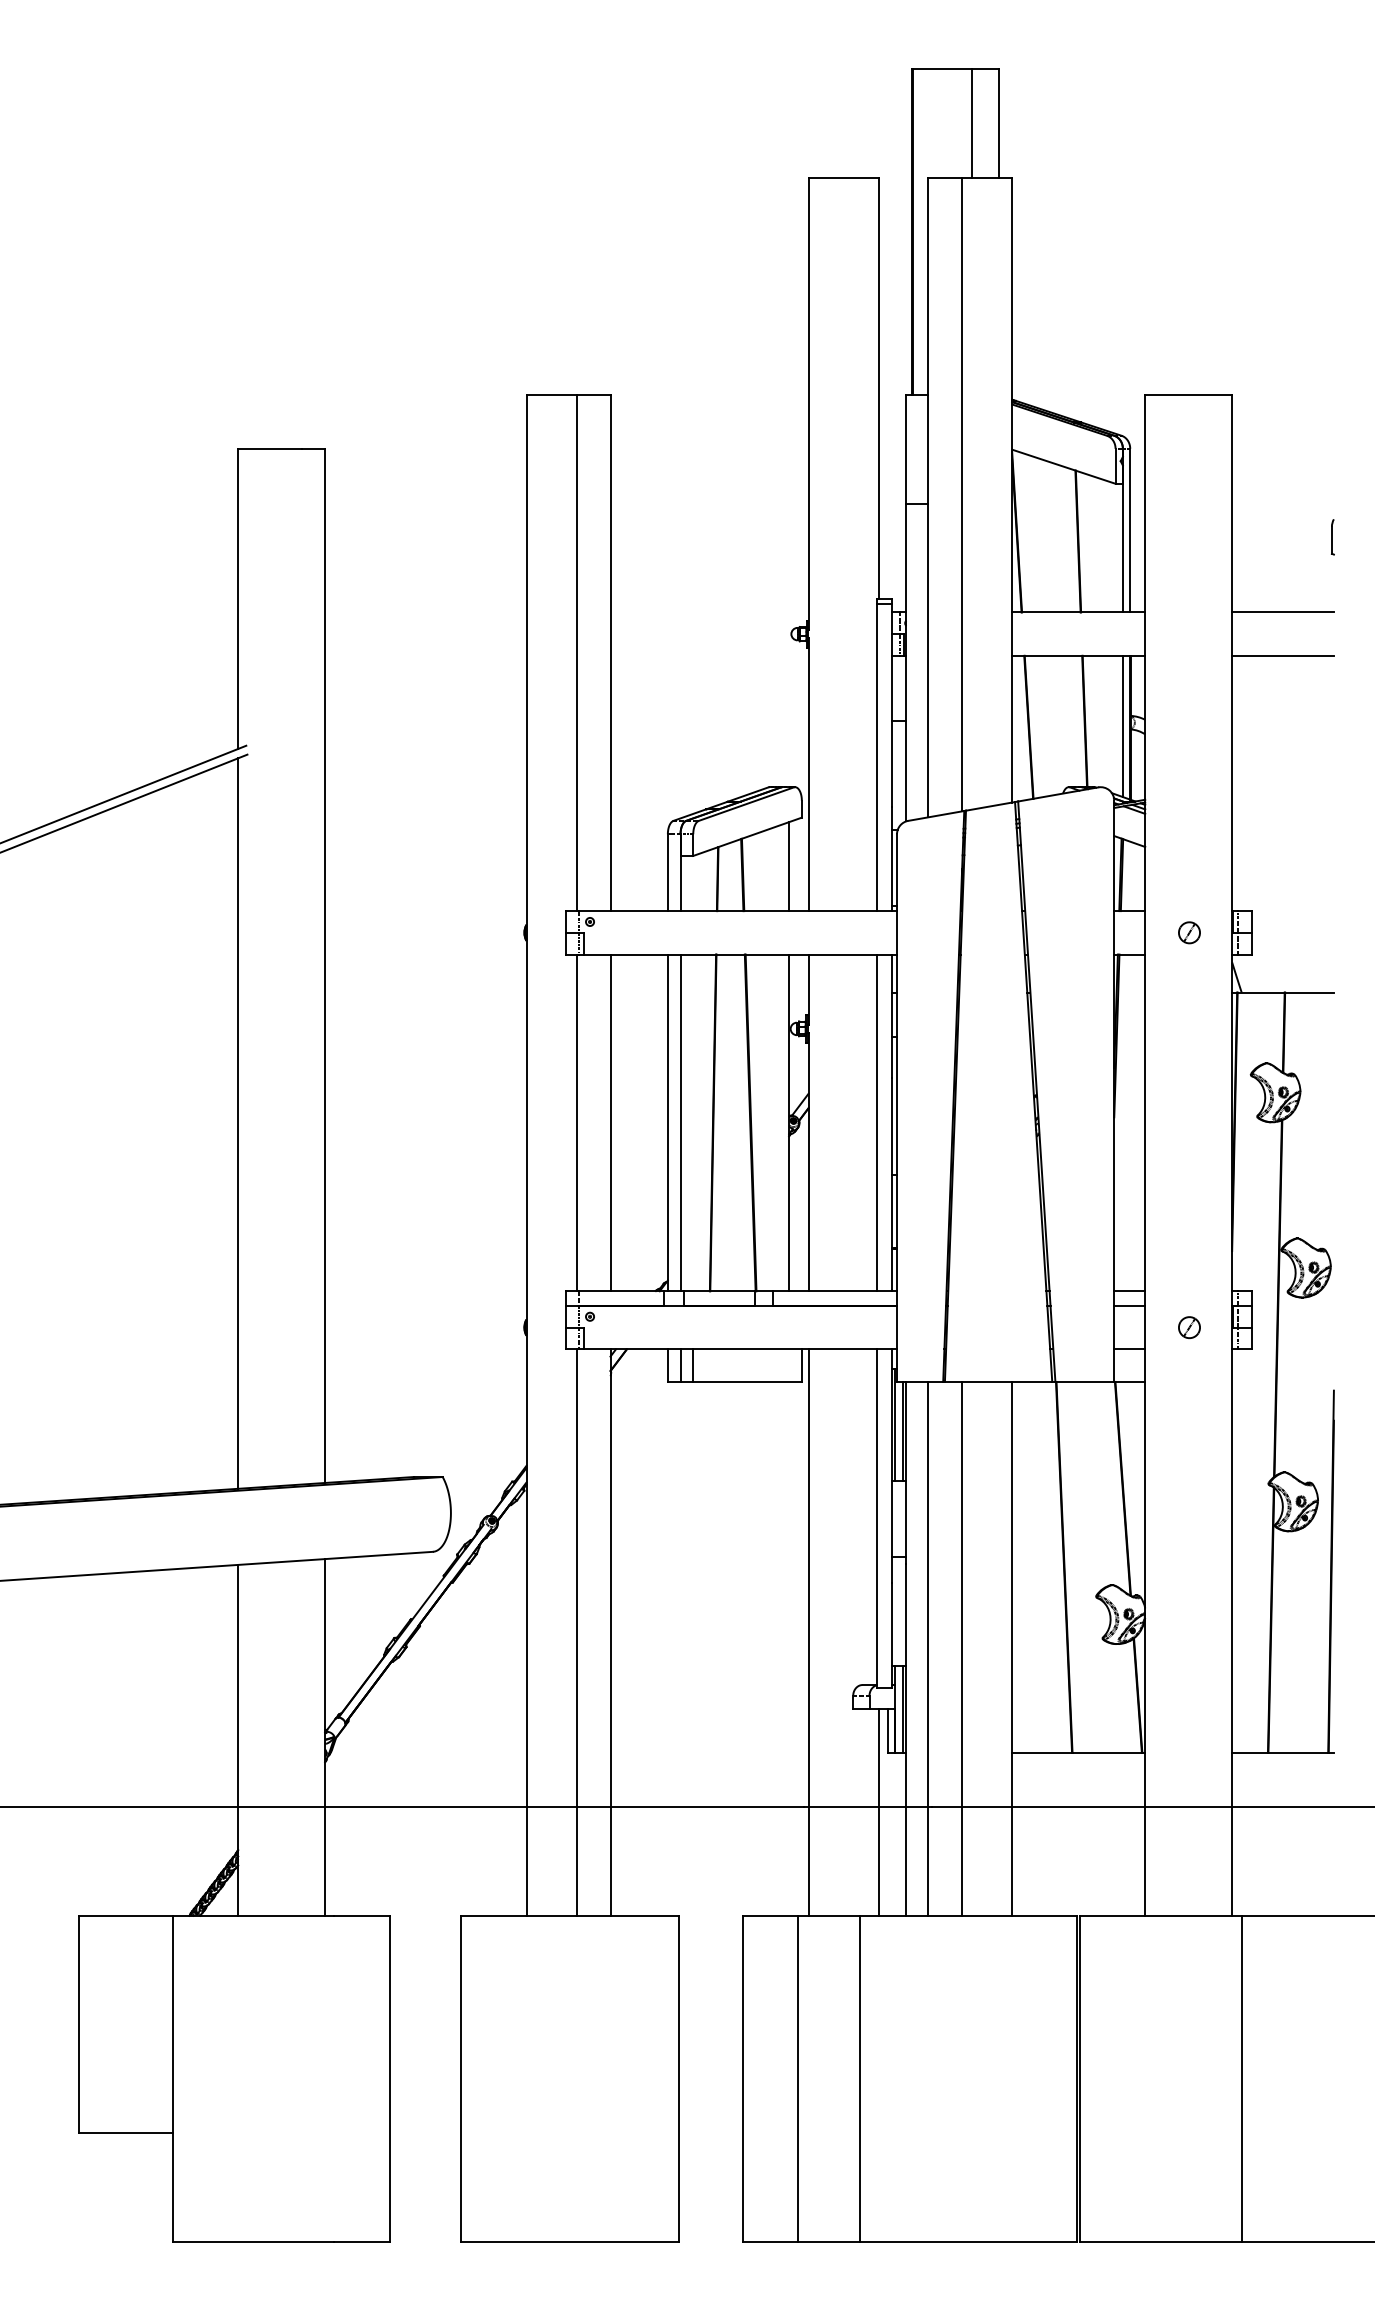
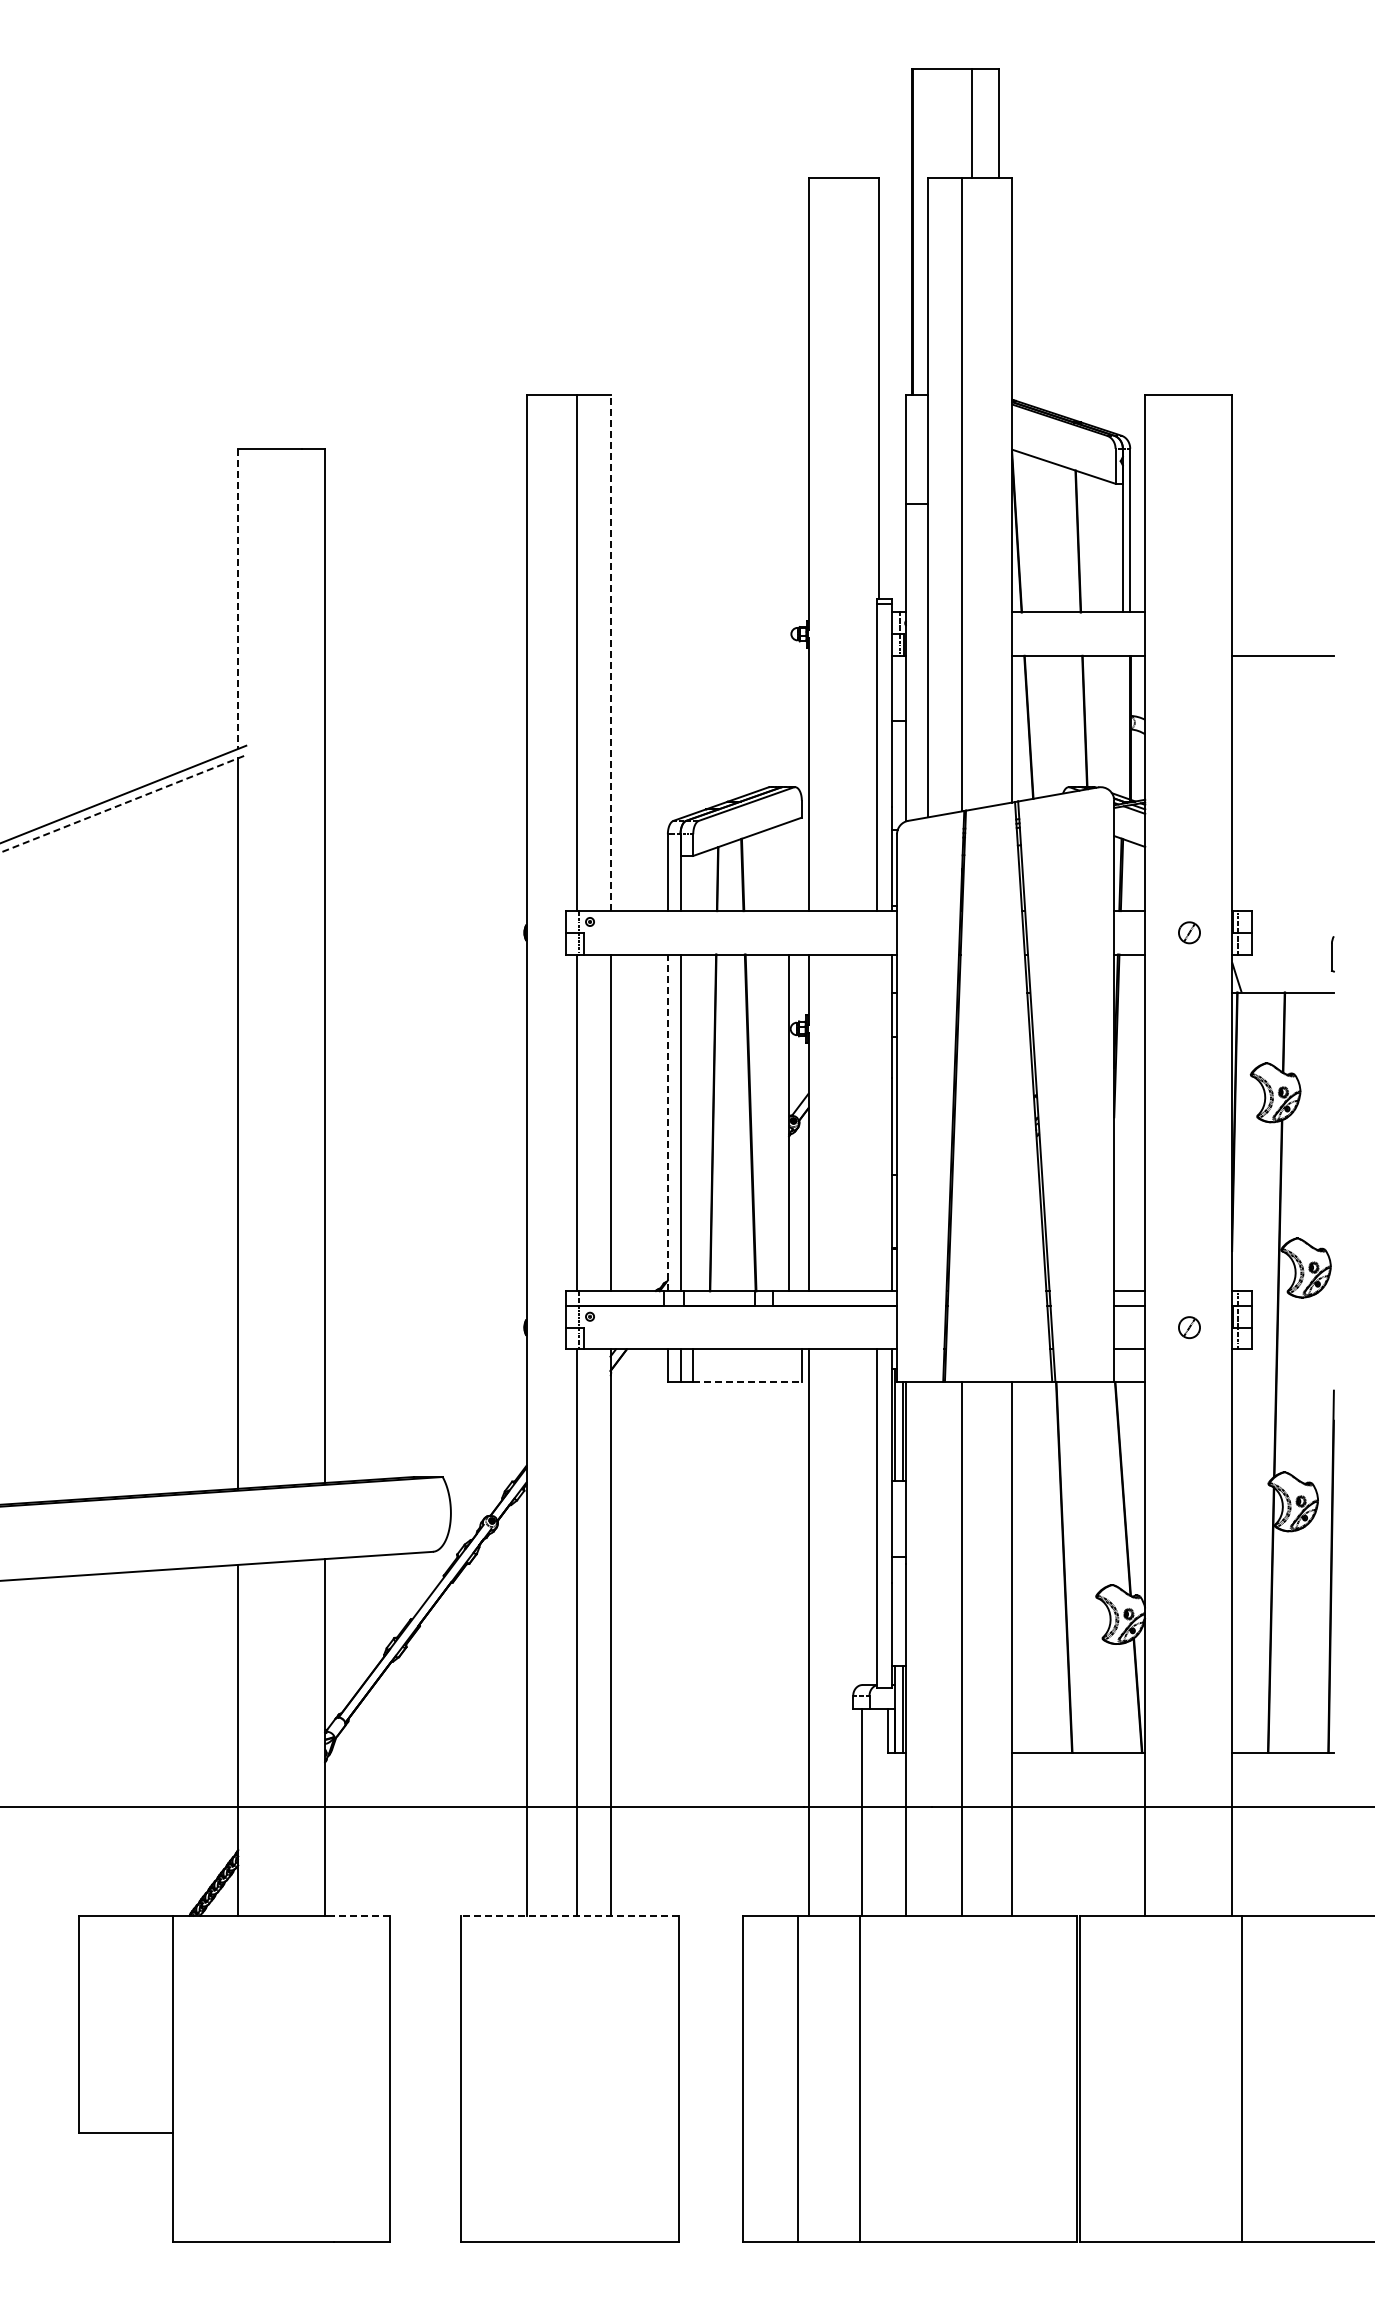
part at (1332, 537) position: (1332, 537) -> (1332, 954)
line at (238, 599): solid -> dashed
line at (1282, 612): present -> none
line at (610, 653): solid -> dashed
line at (1122, 726): present -> none
line at (123, 803): solid -> dashed
line at (789, 866): present -> none
line at (667, 1122): solid -> dashed
line at (876, 1122): present -> none
line at (748, 1381): solid -> dashed
line at (928, 1648): present -> none
line at (879, 1812) position: (879, 1812) -> (862, 1812)
line at (361, 1915): solid -> dashed
line at (570, 1915): solid -> dashed
